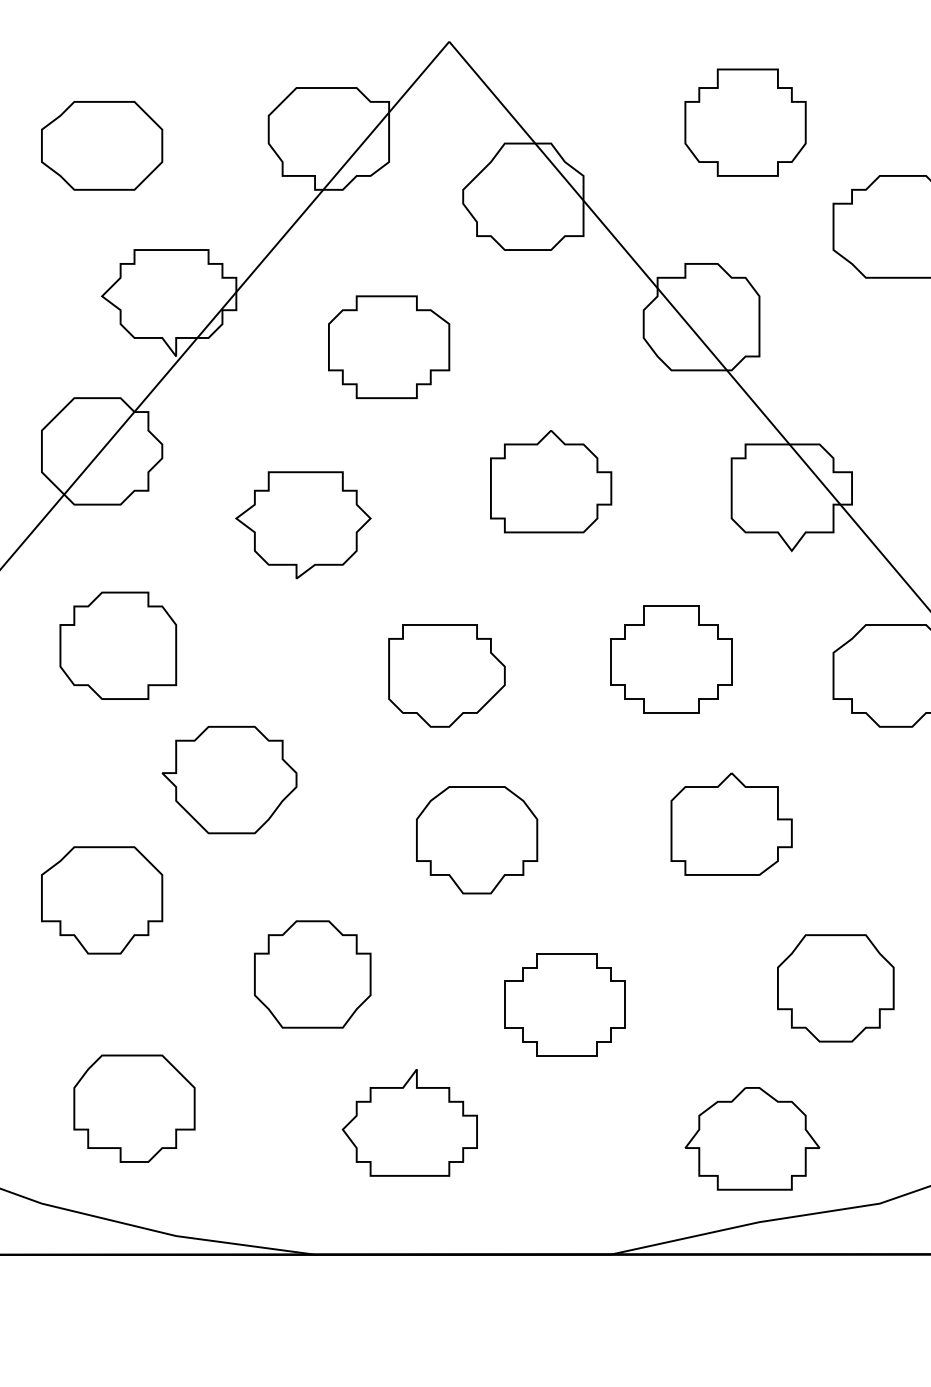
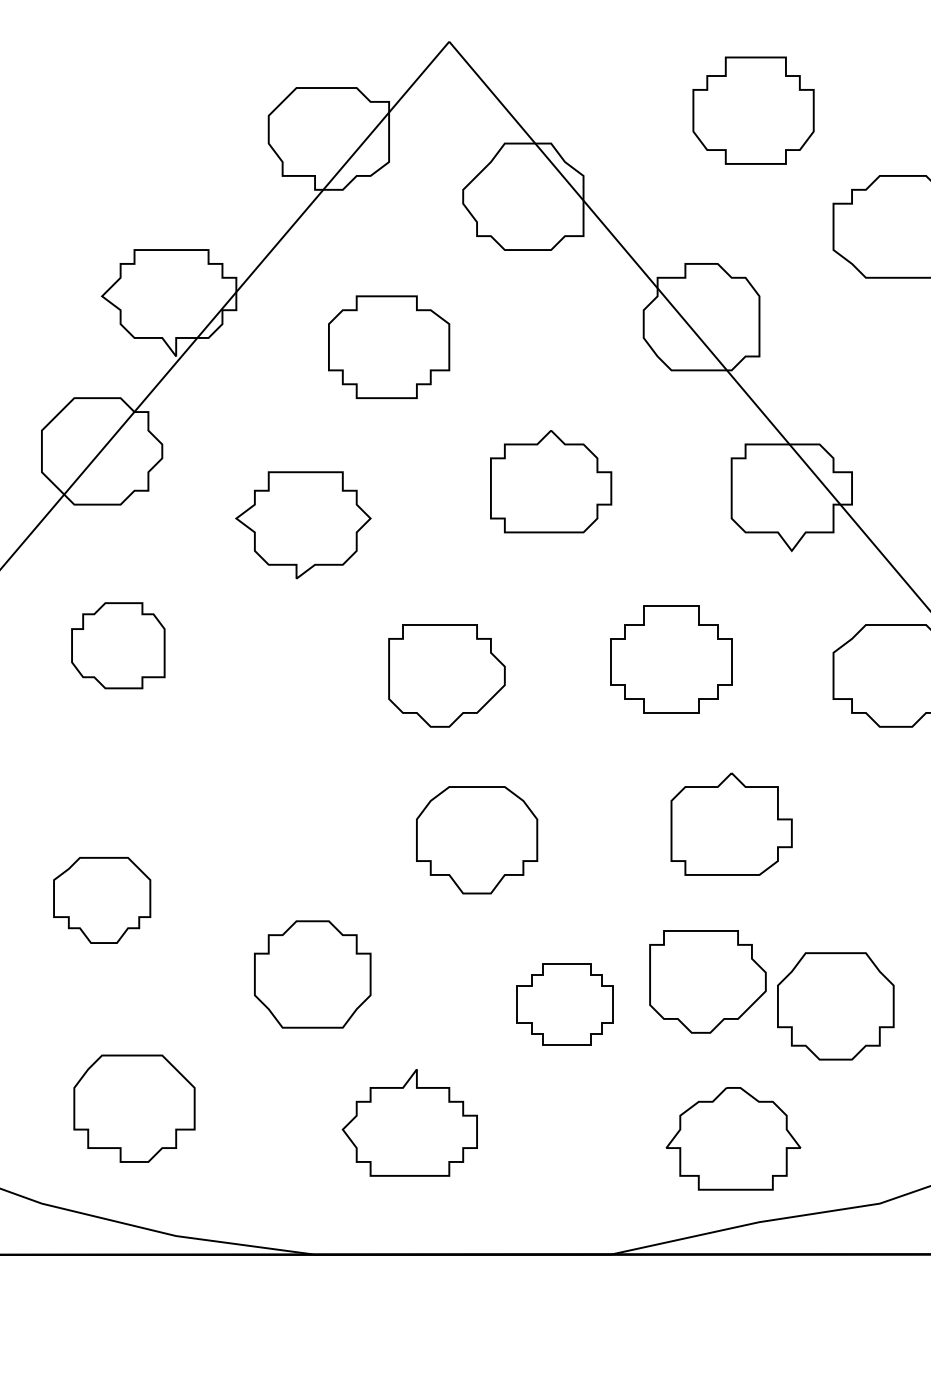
part at (745, 122) position: (745, 122) -> (753, 110)
part at (102, 145): present -> none
part at (118, 645) size: 119x109 px -> 95x88 px
part at (229, 780): present -> none
part at (102, 900) size: 123x109 px -> 99x87 px
part at (707, 981): none -> present
part at (835, 988) position: (835, 988) -> (835, 1006)
part at (564, 1004) size: 122x104 px -> 98x83 px
part at (752, 1138) position: (752, 1138) -> (733, 1138)
